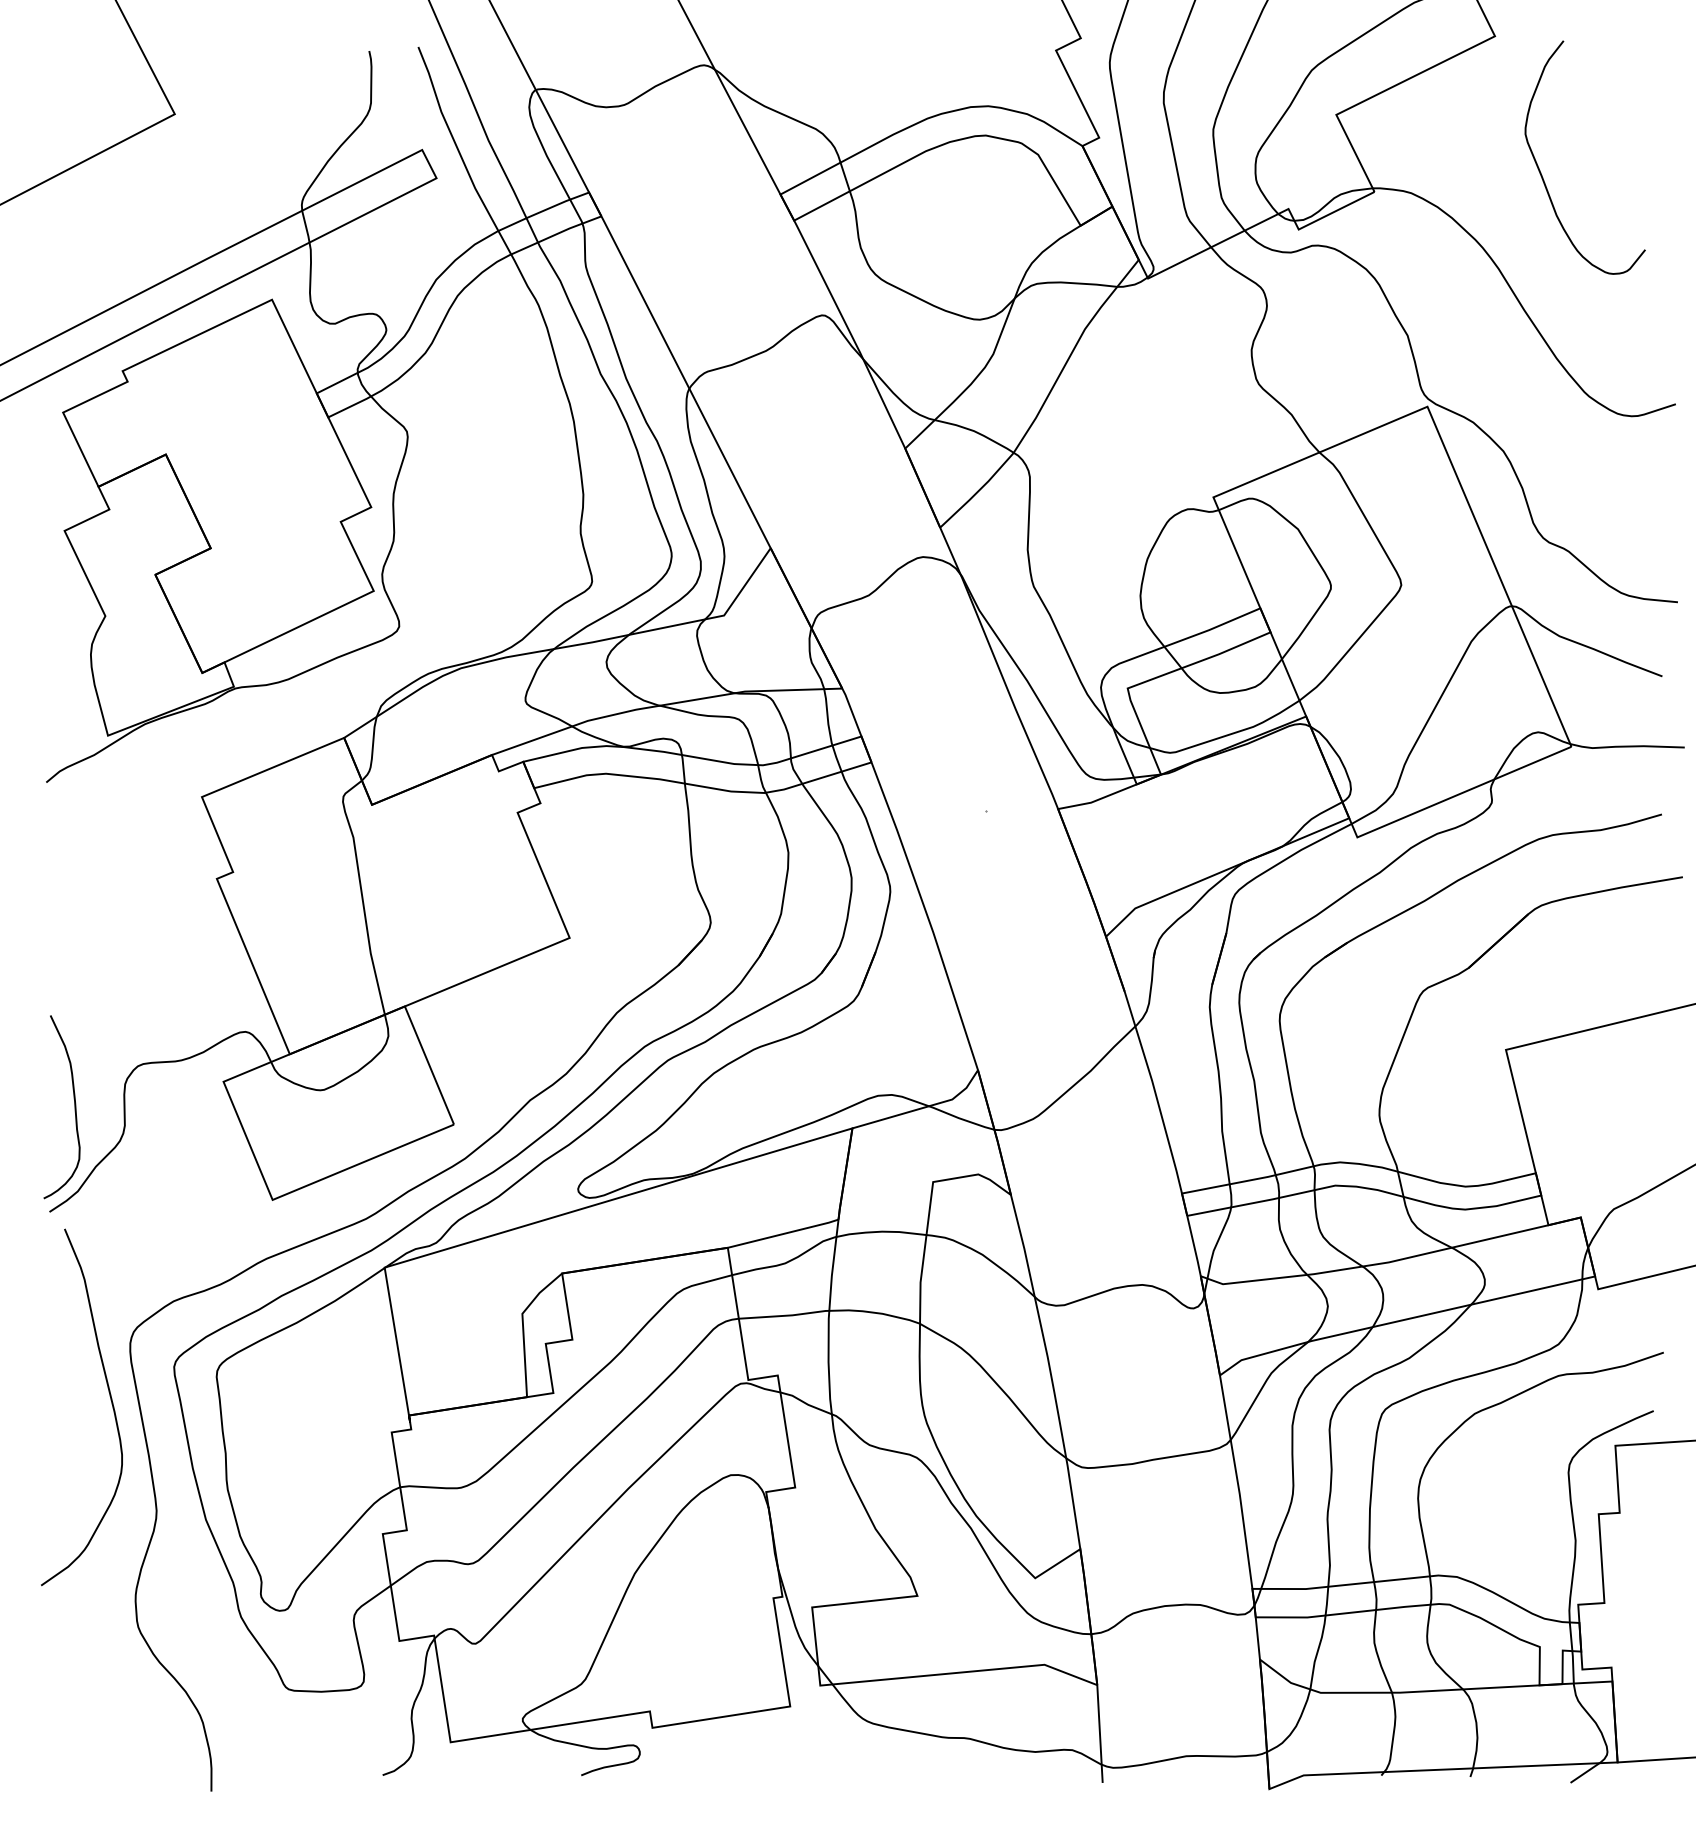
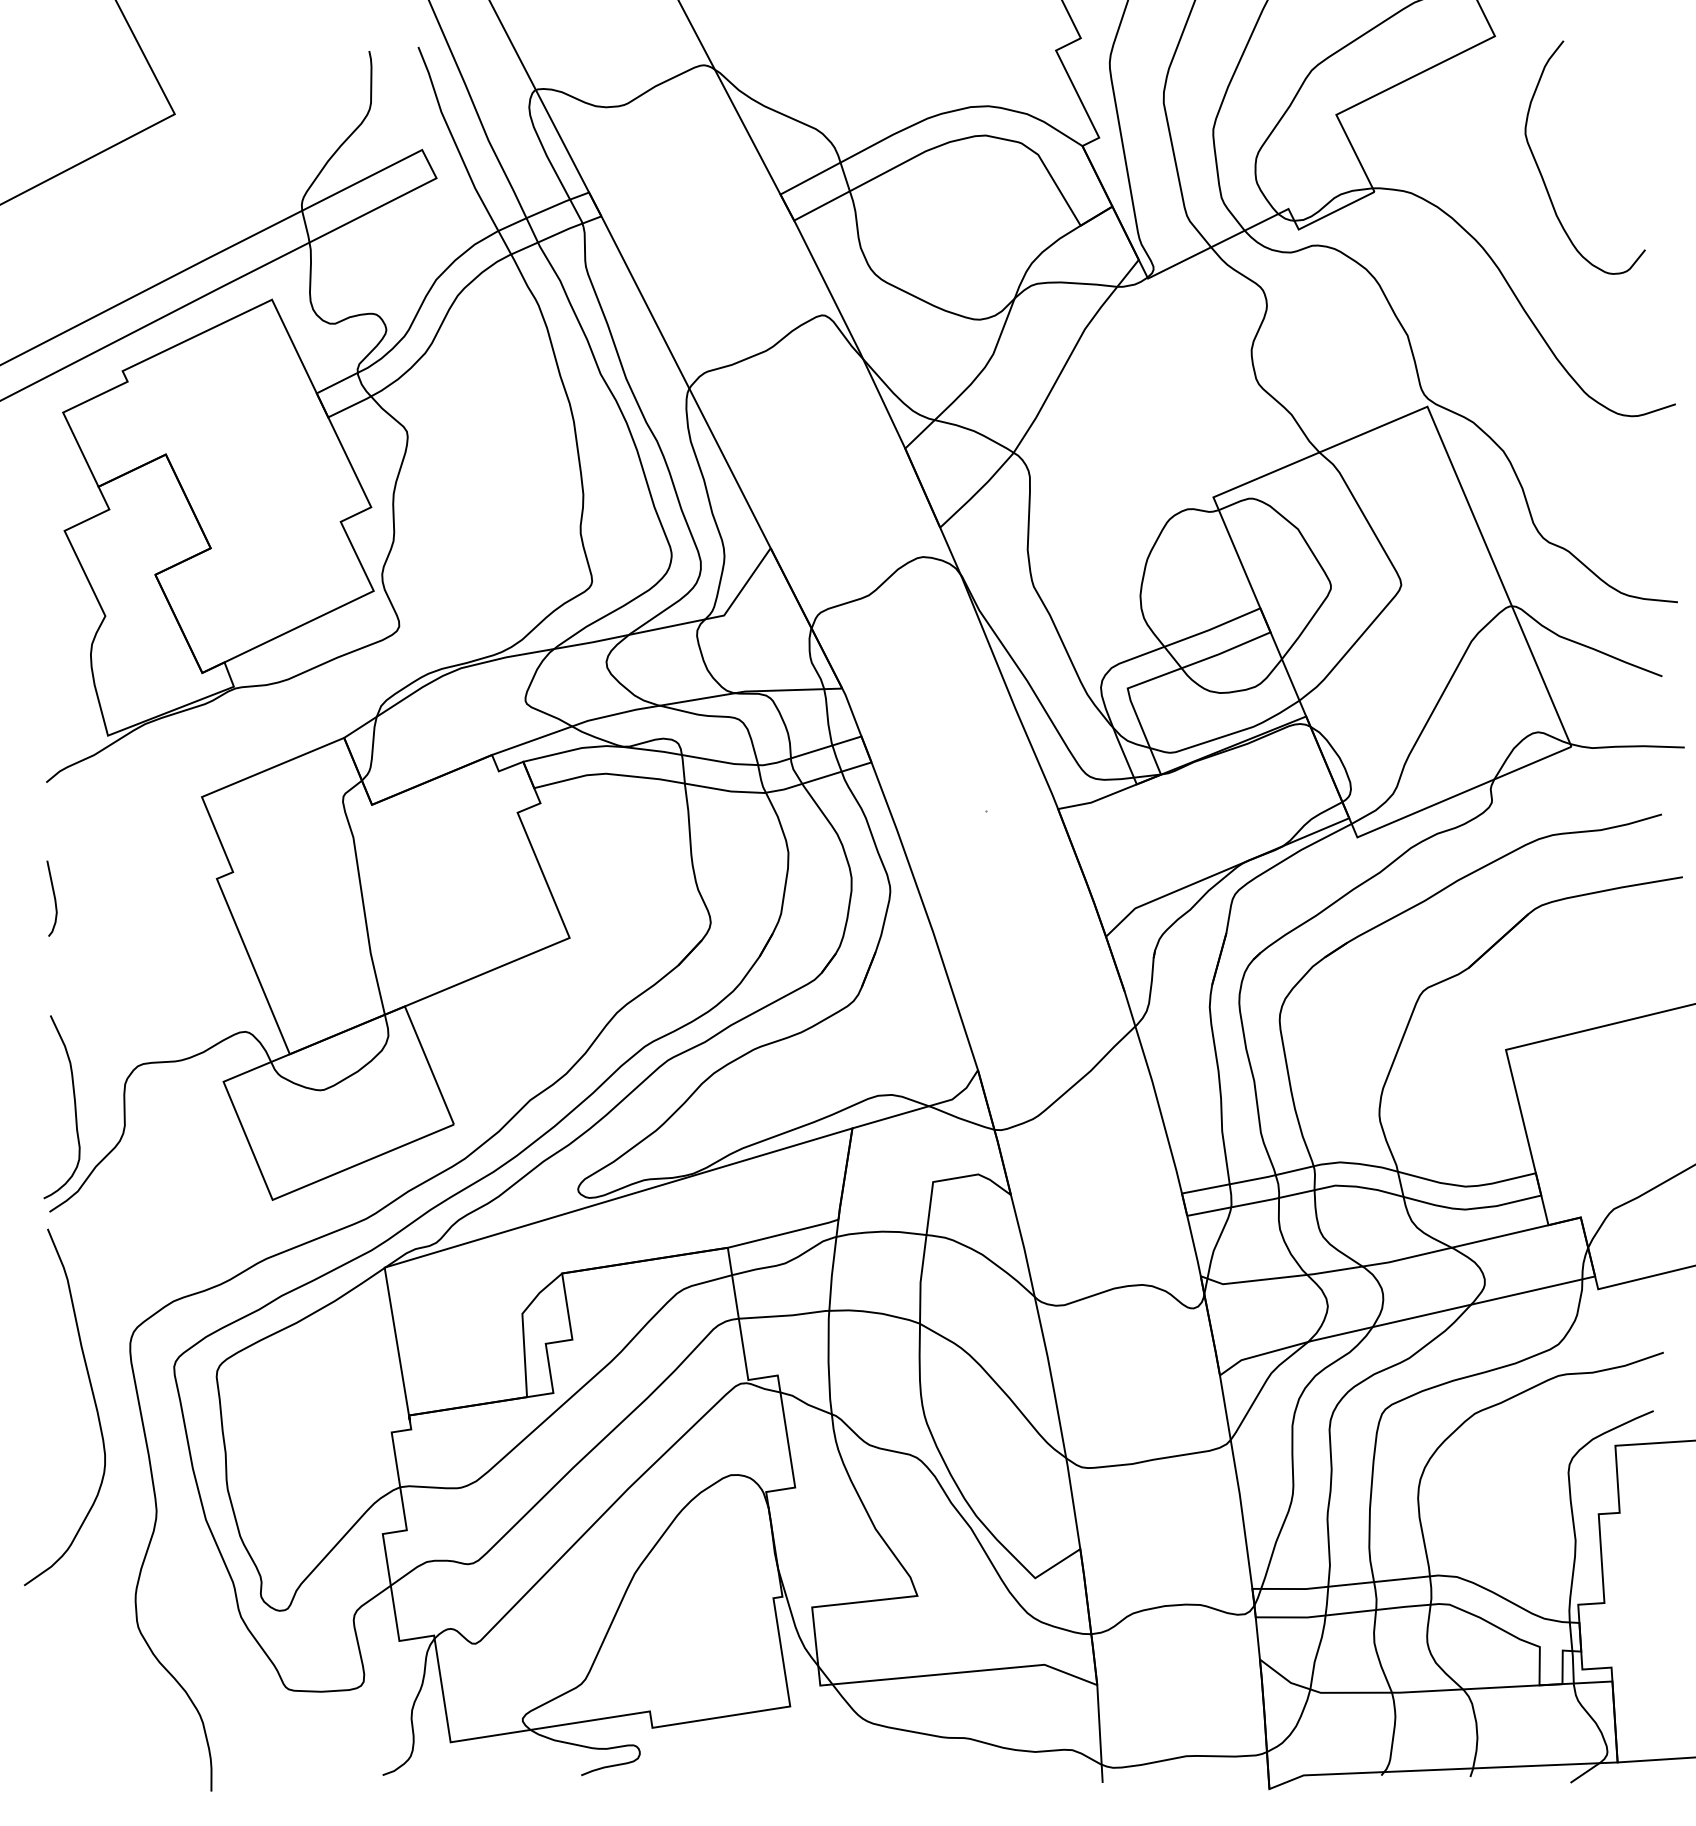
curve at (53, 896): none -> present
curve at (110, 1400) position: (110, 1400) -> (93, 1400)
